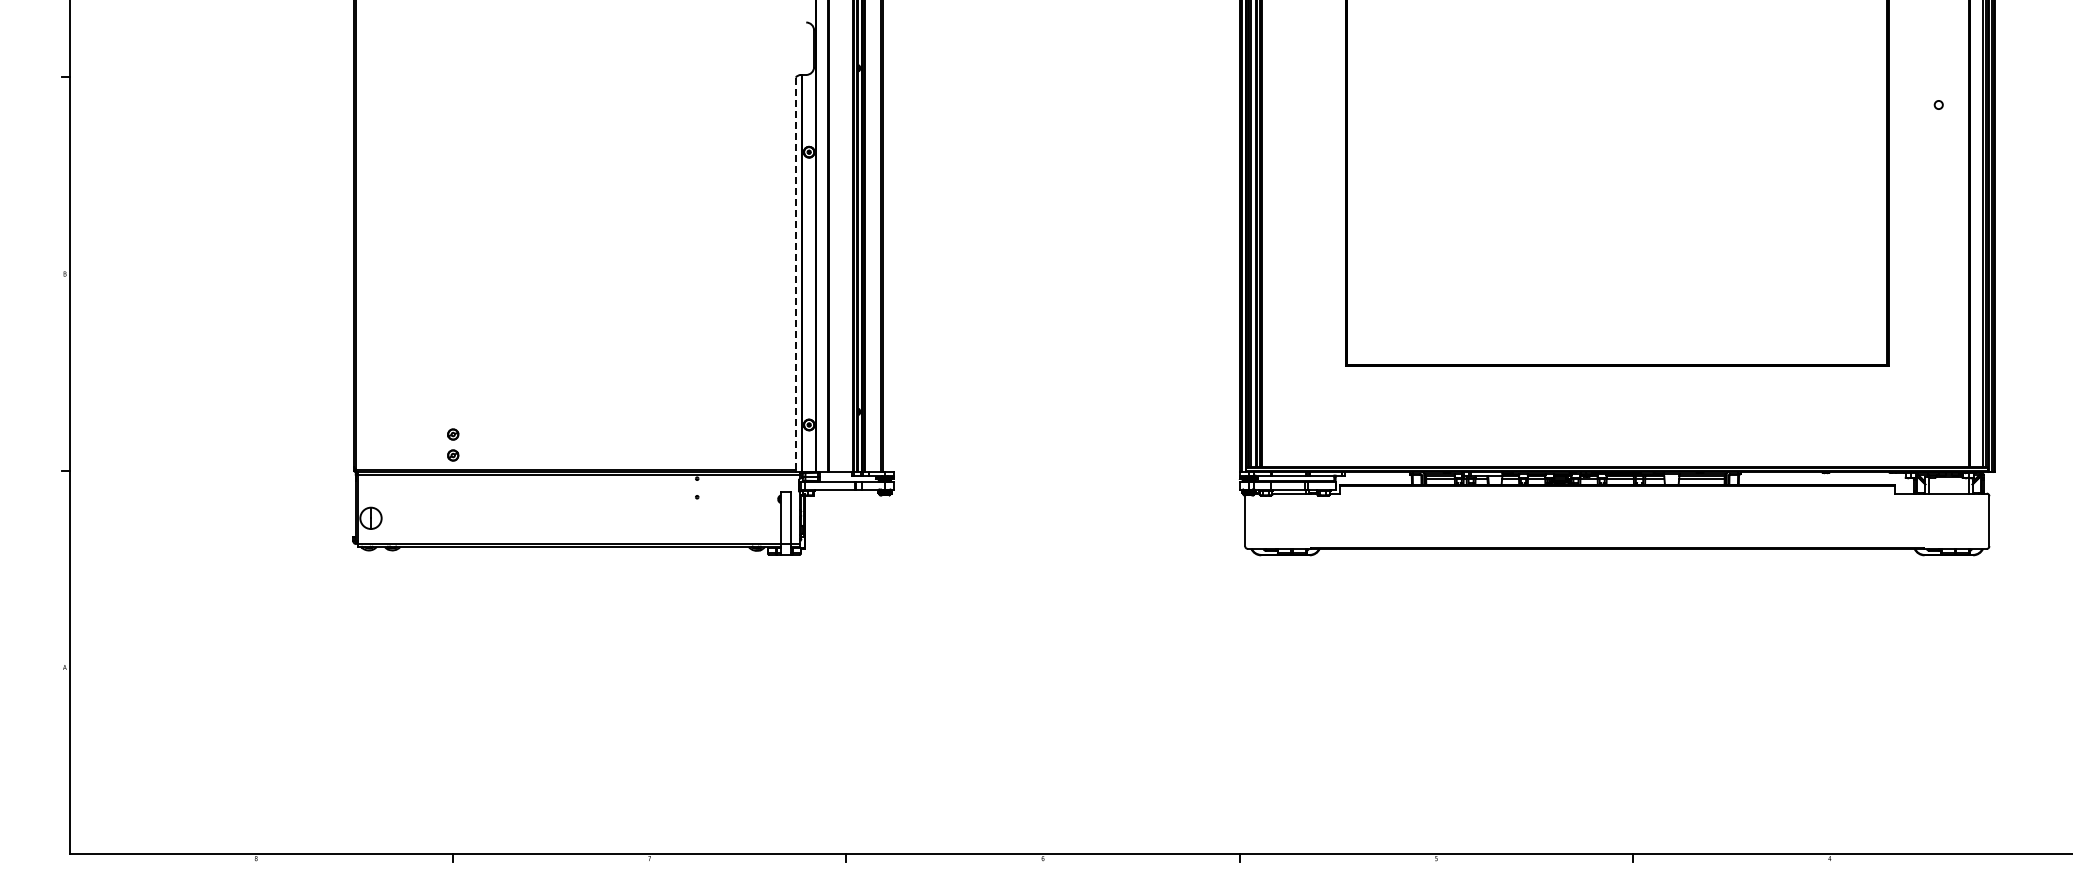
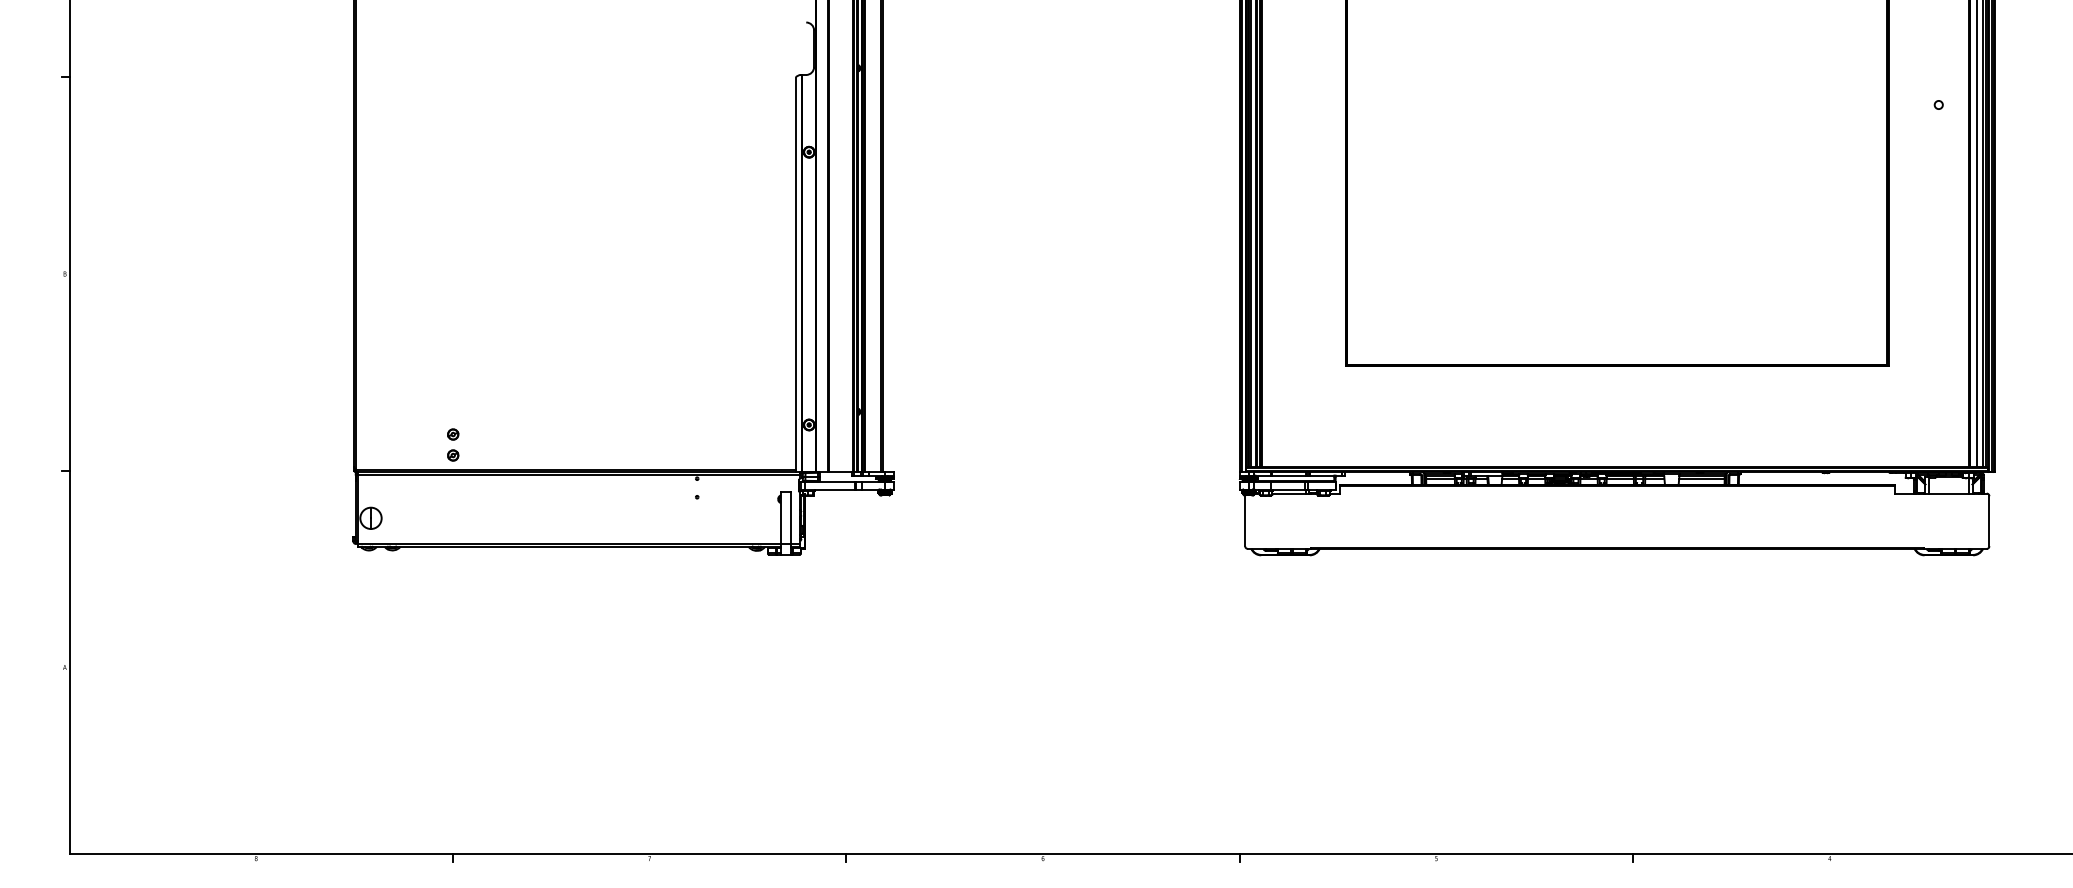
line at (1976, 234): none -> present
line at (795, 275): dashed -> solid
